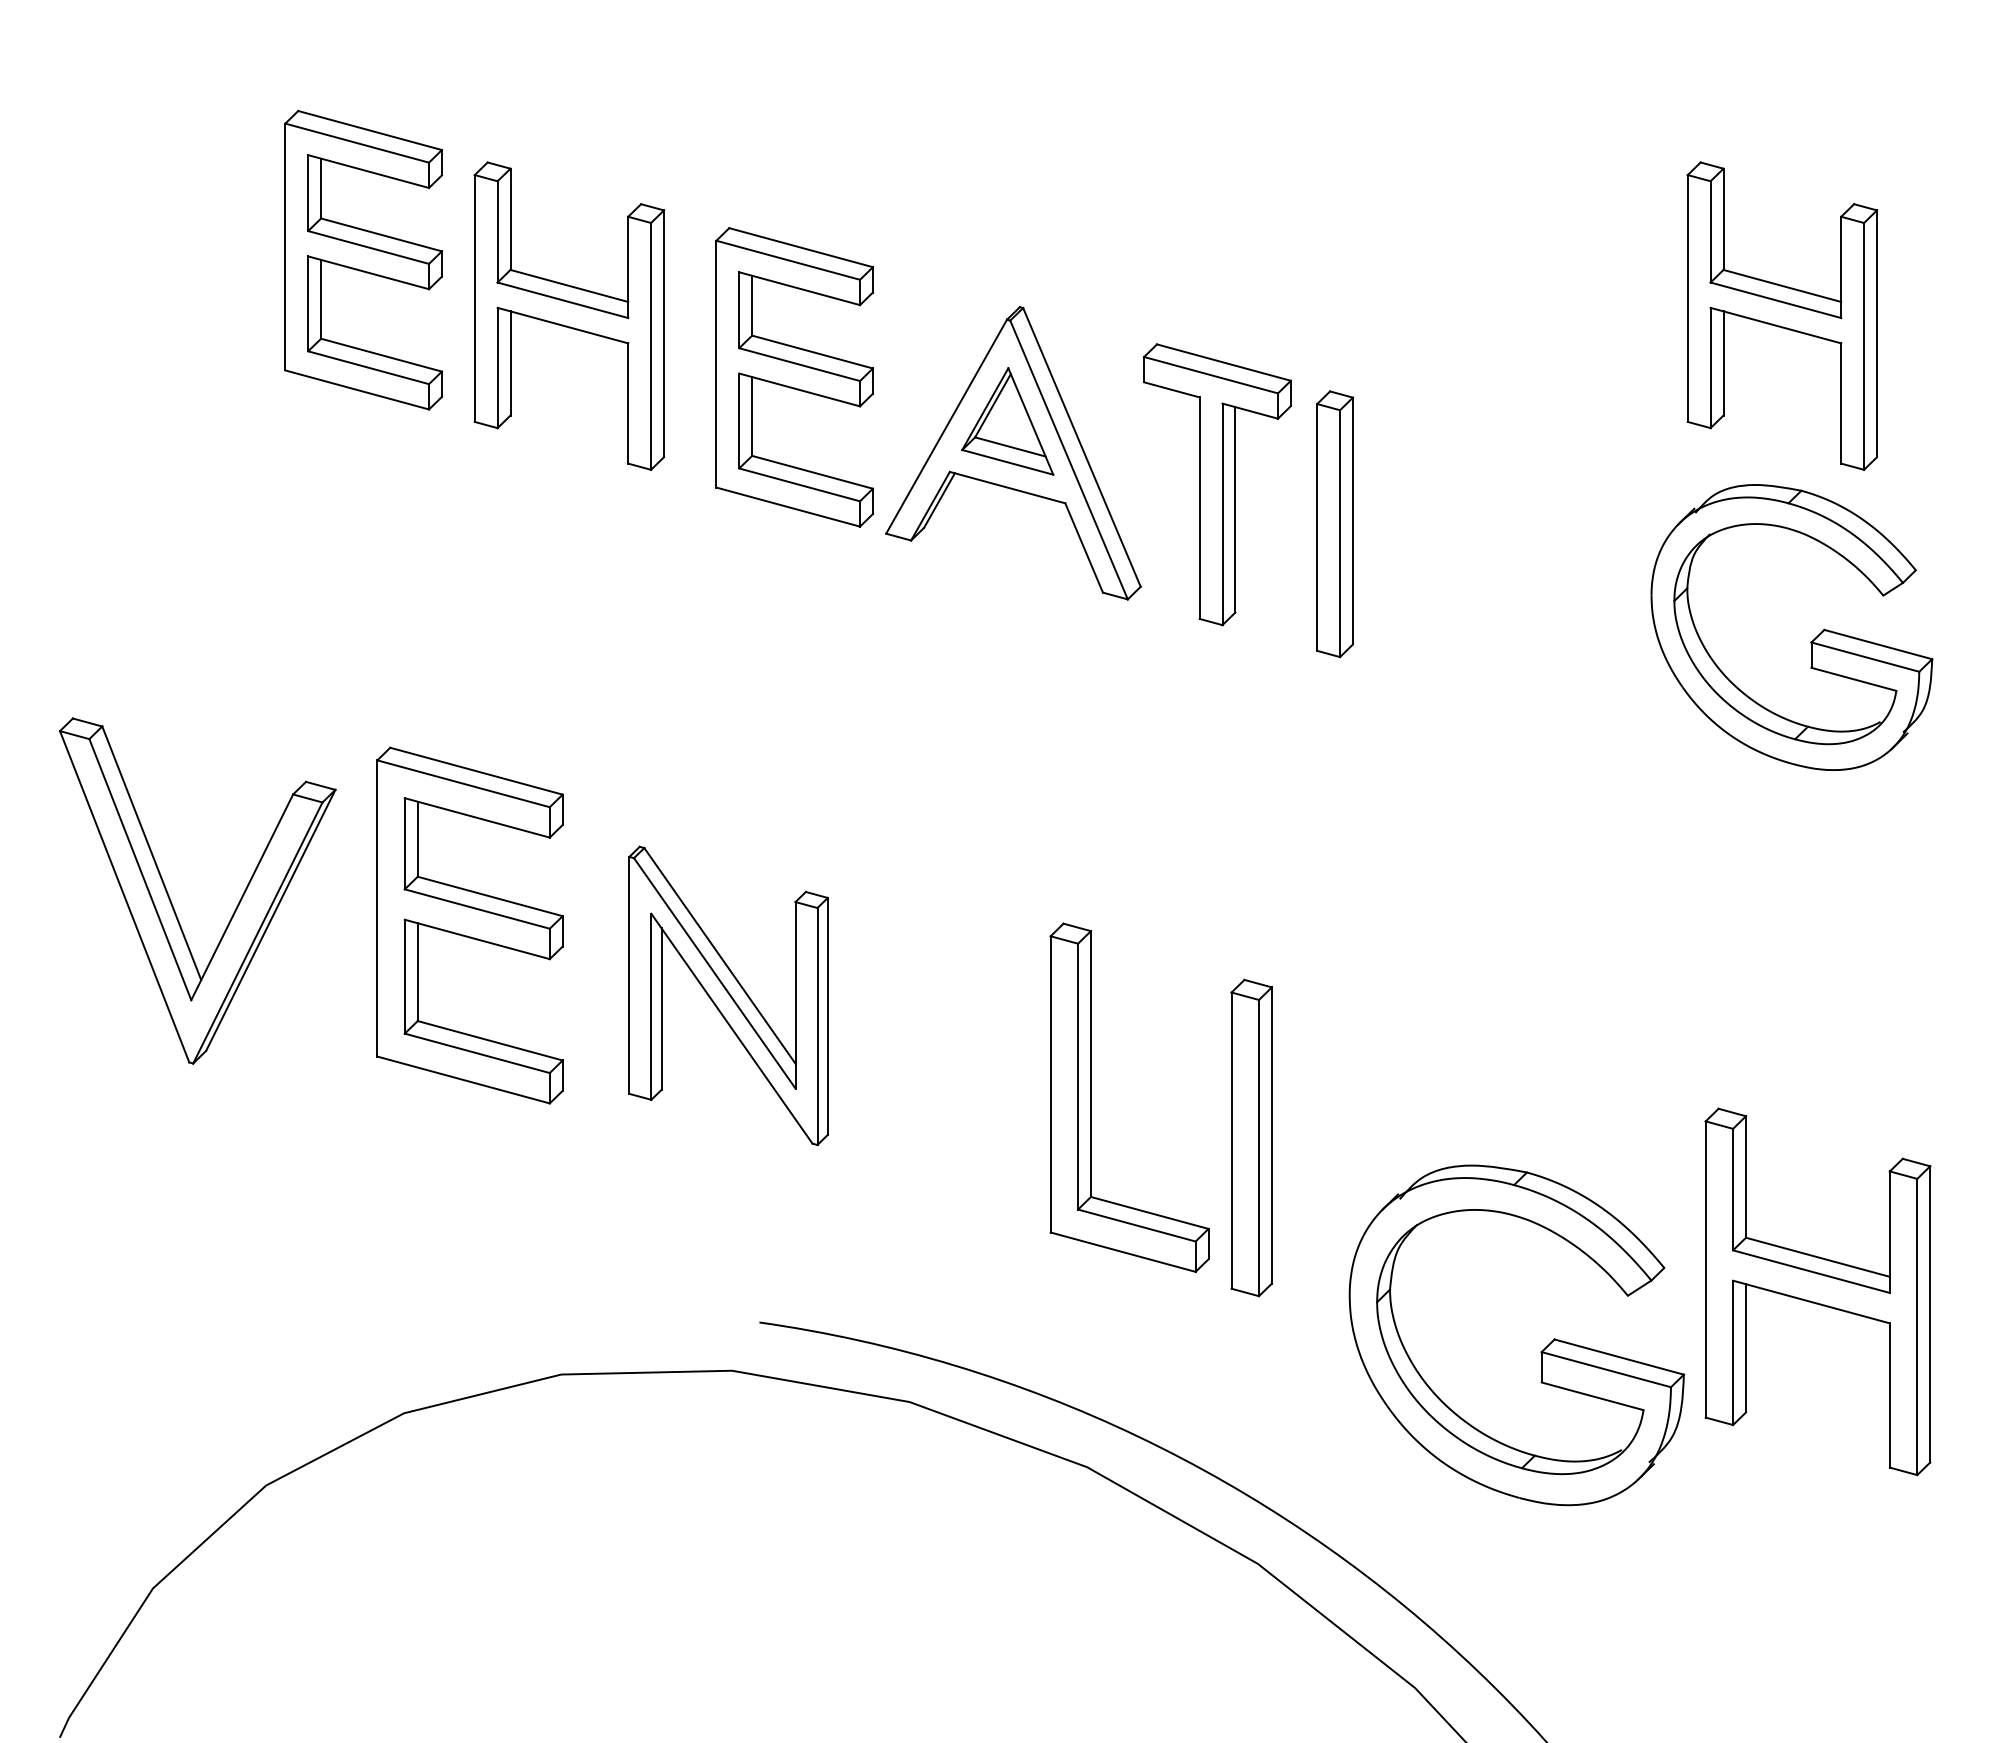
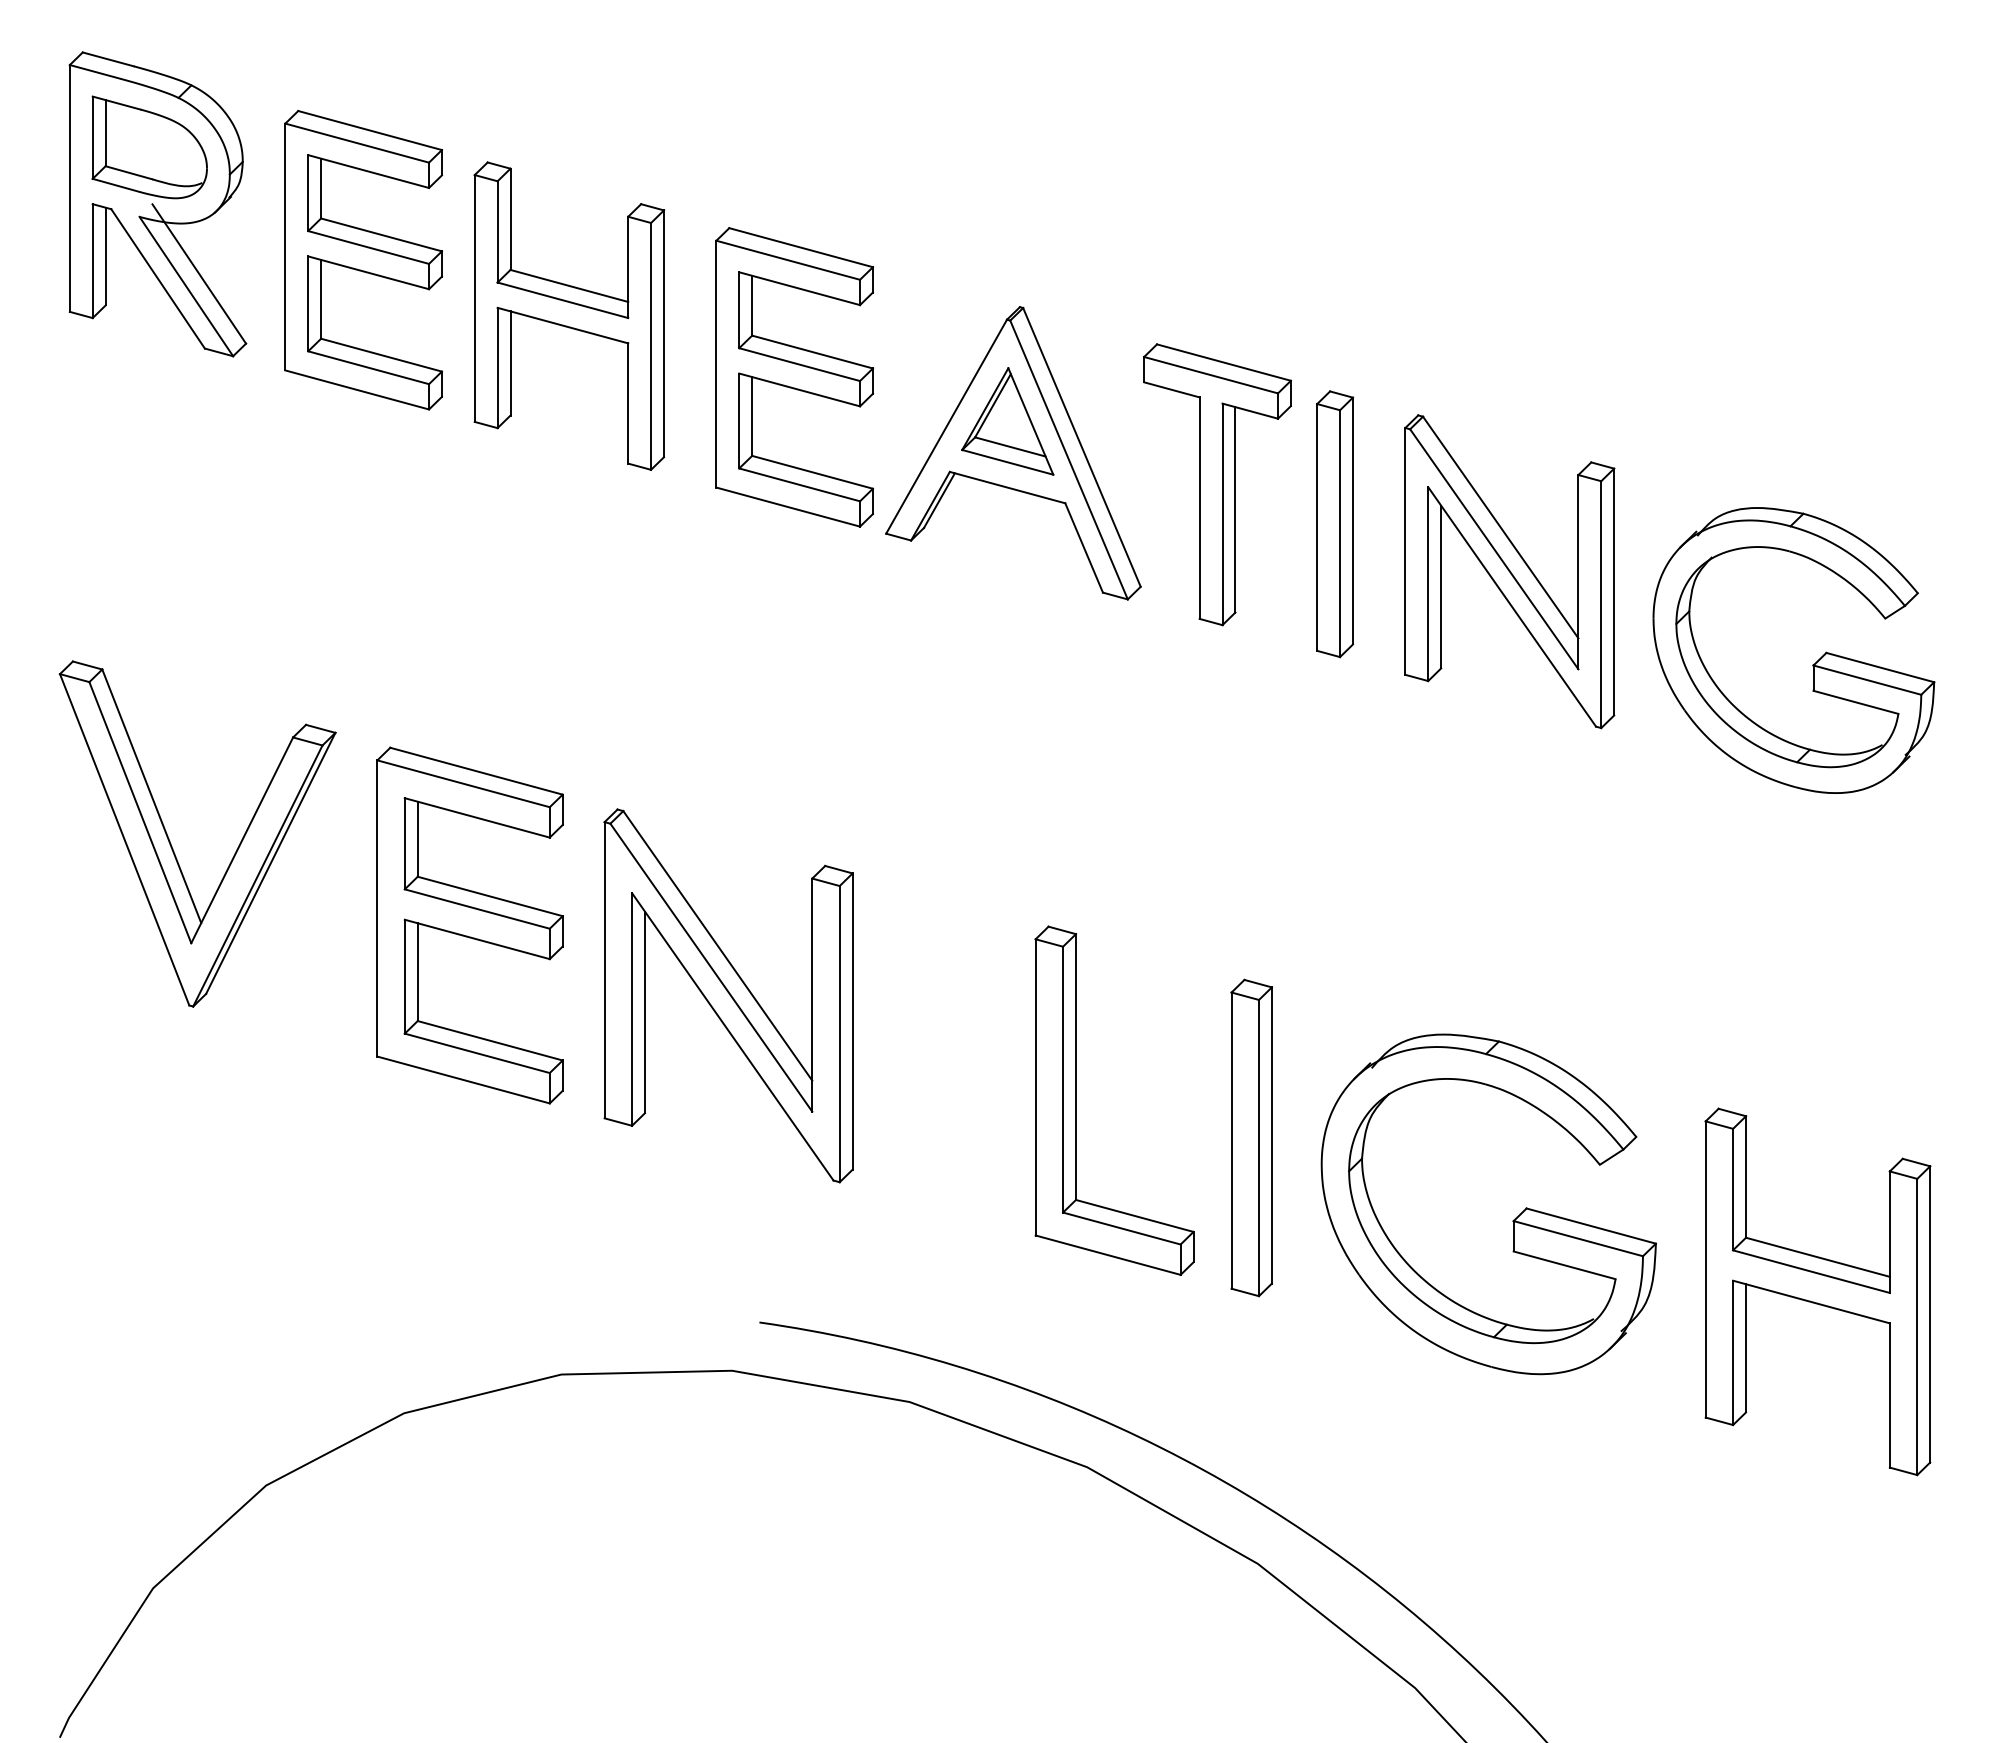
part at (157, 204): none -> present
part at (1782, 315): present -> none
part at (1509, 571): none -> present
part at (1810, 641) position: (1810, 641) -> (1812, 664)
part at (171, 900) position: (171, 900) -> (171, 843)
part at (728, 995) size: 201x302 px -> 251x376 px
part at (1091, 1097) position: (1091, 1097) -> (1076, 1100)
part at (1540, 1351) position: (1540, 1351) -> (1512, 1220)
